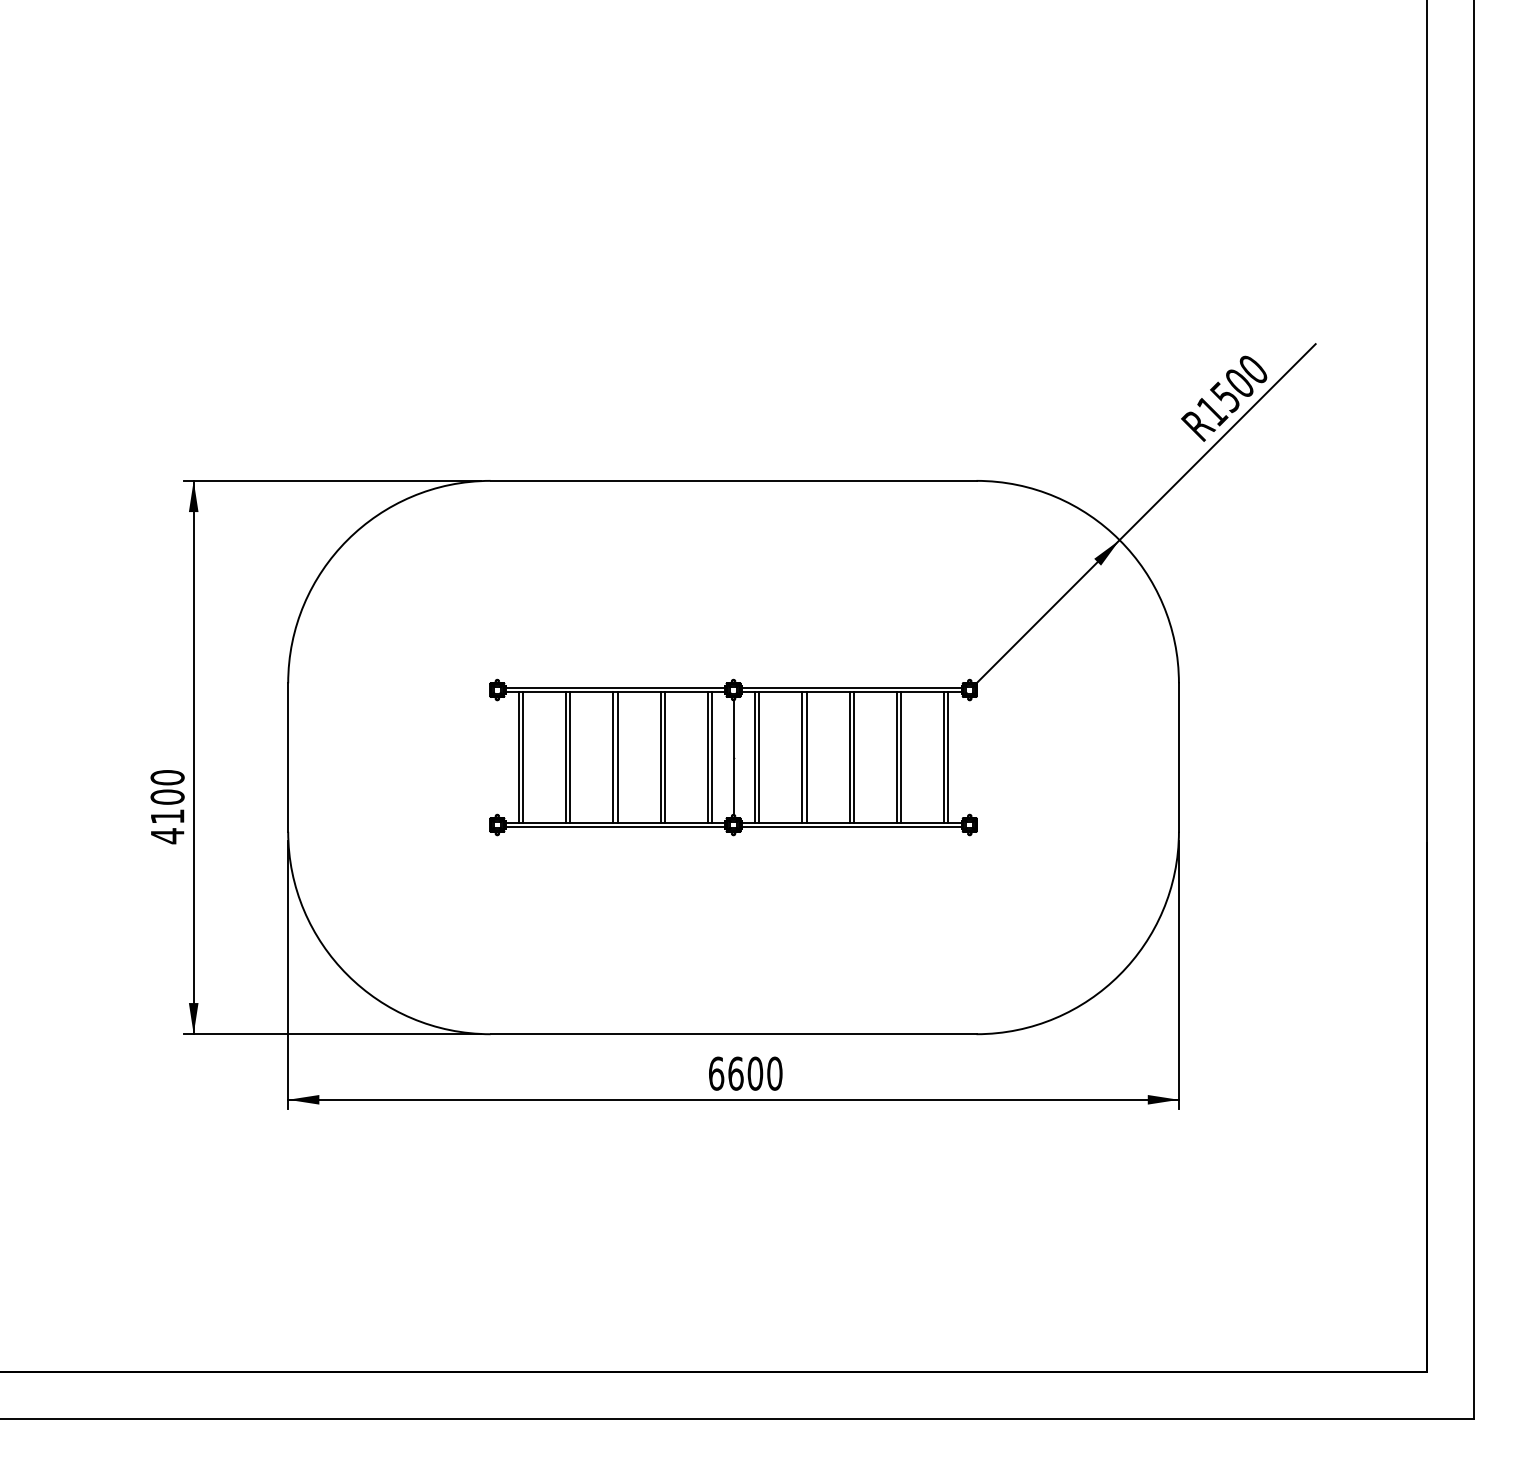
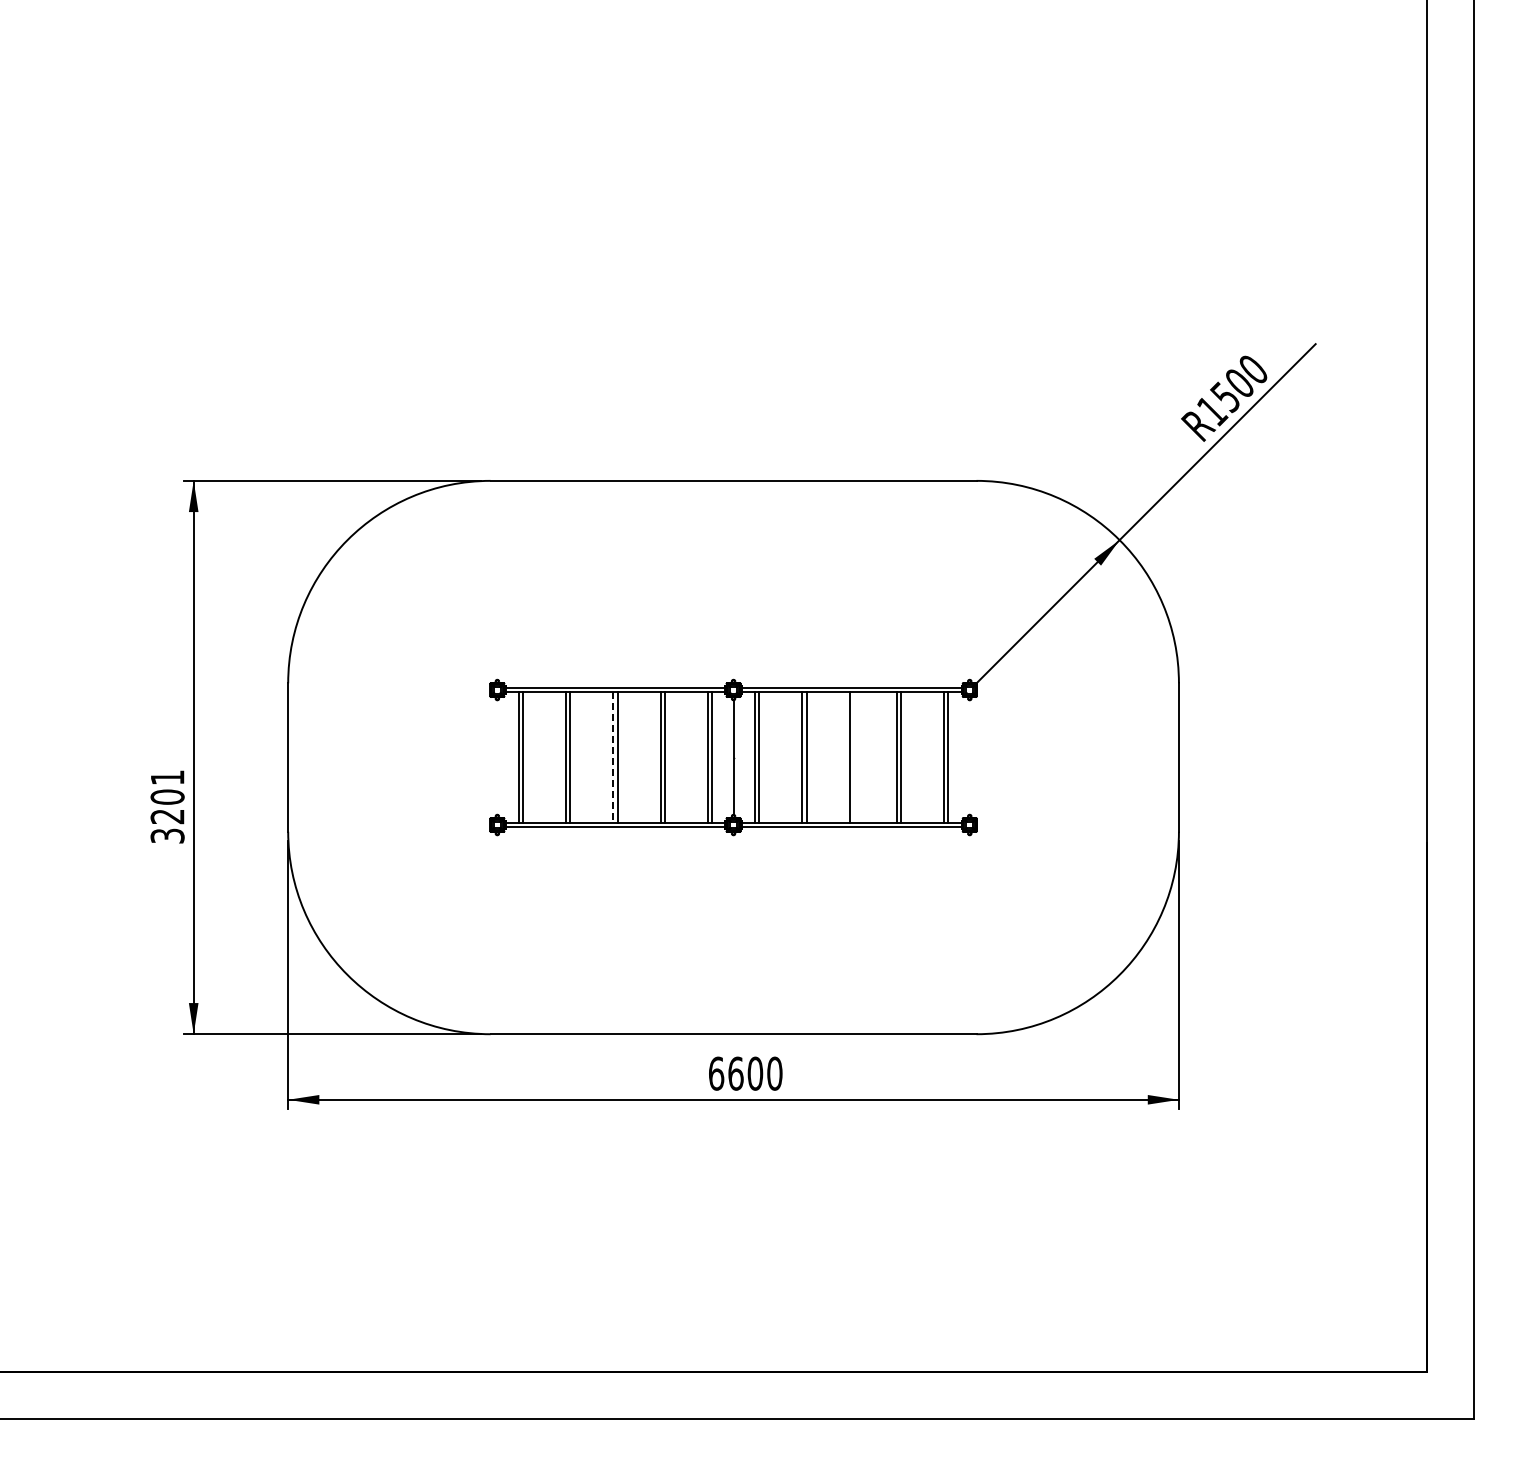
line at (853, 757): present -> none
line at (613, 758): solid -> dashed
text at (167, 807): 4100 -> 3201
